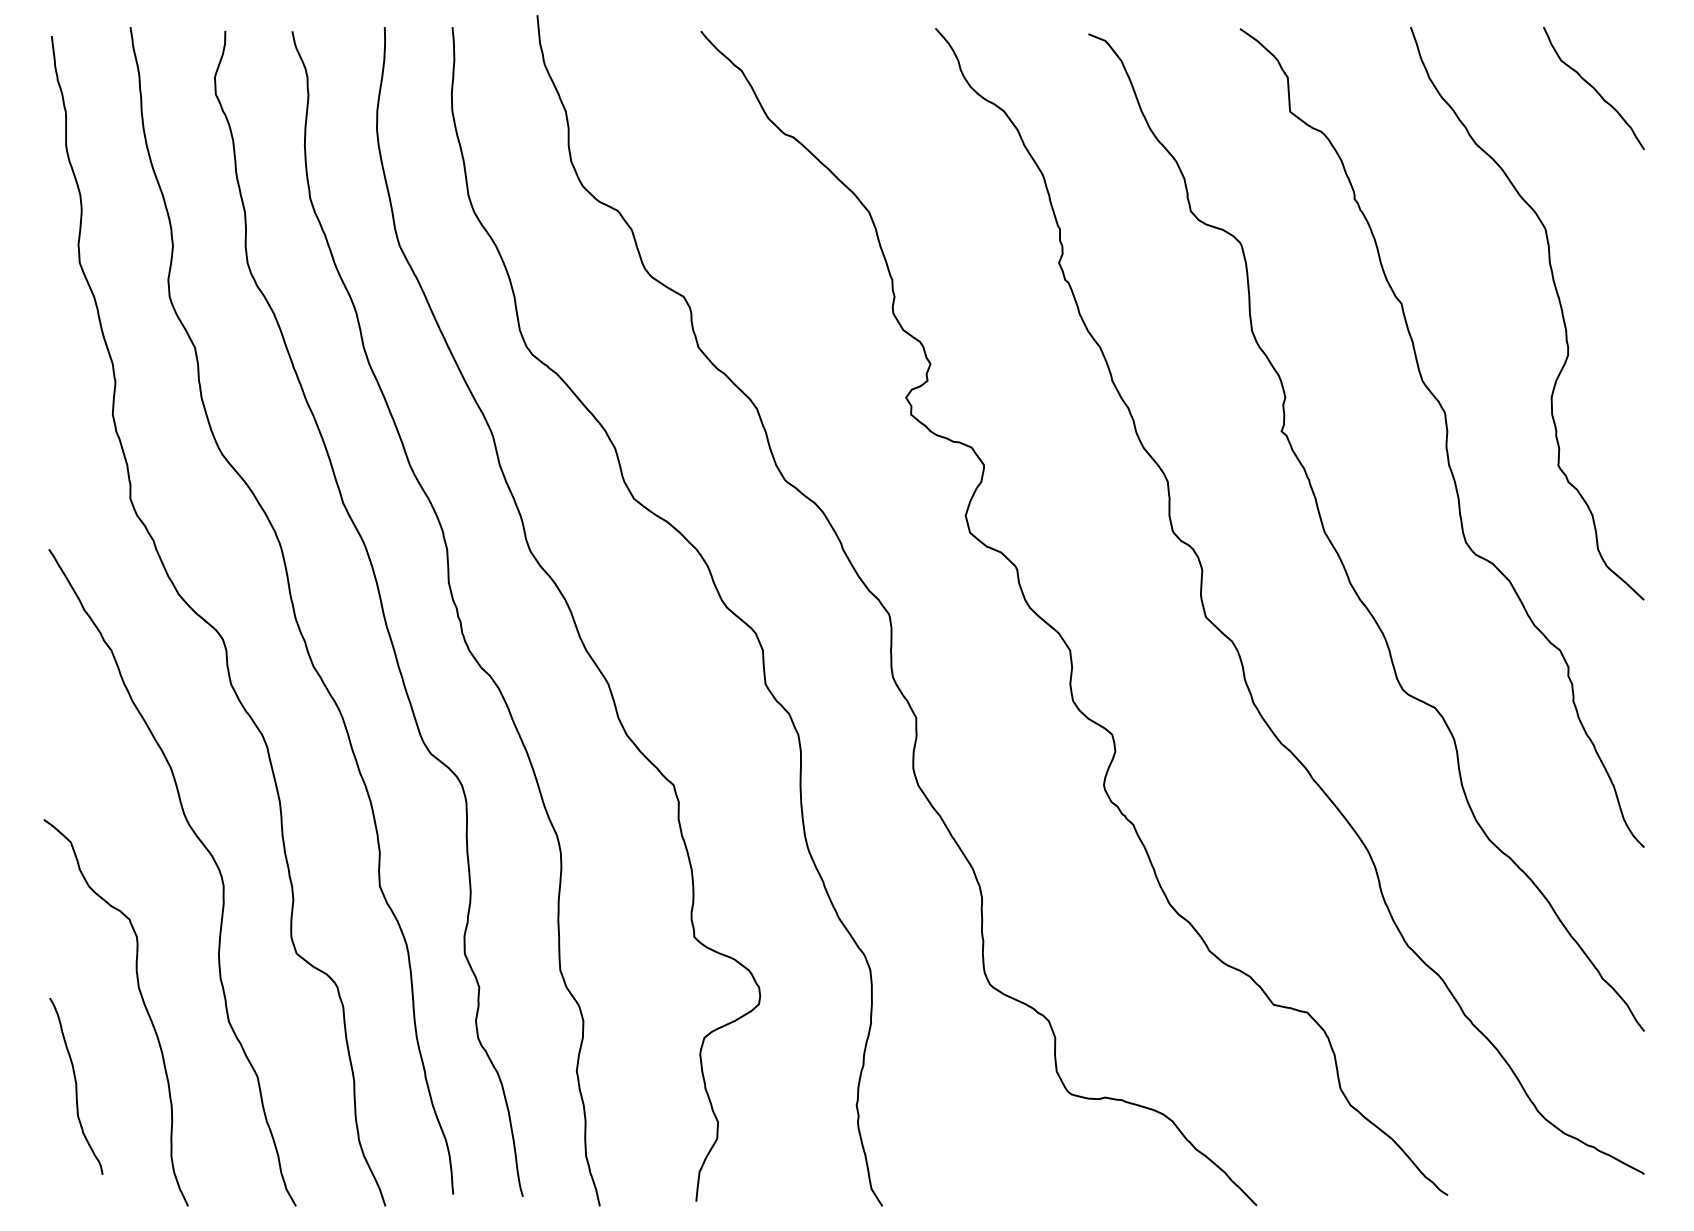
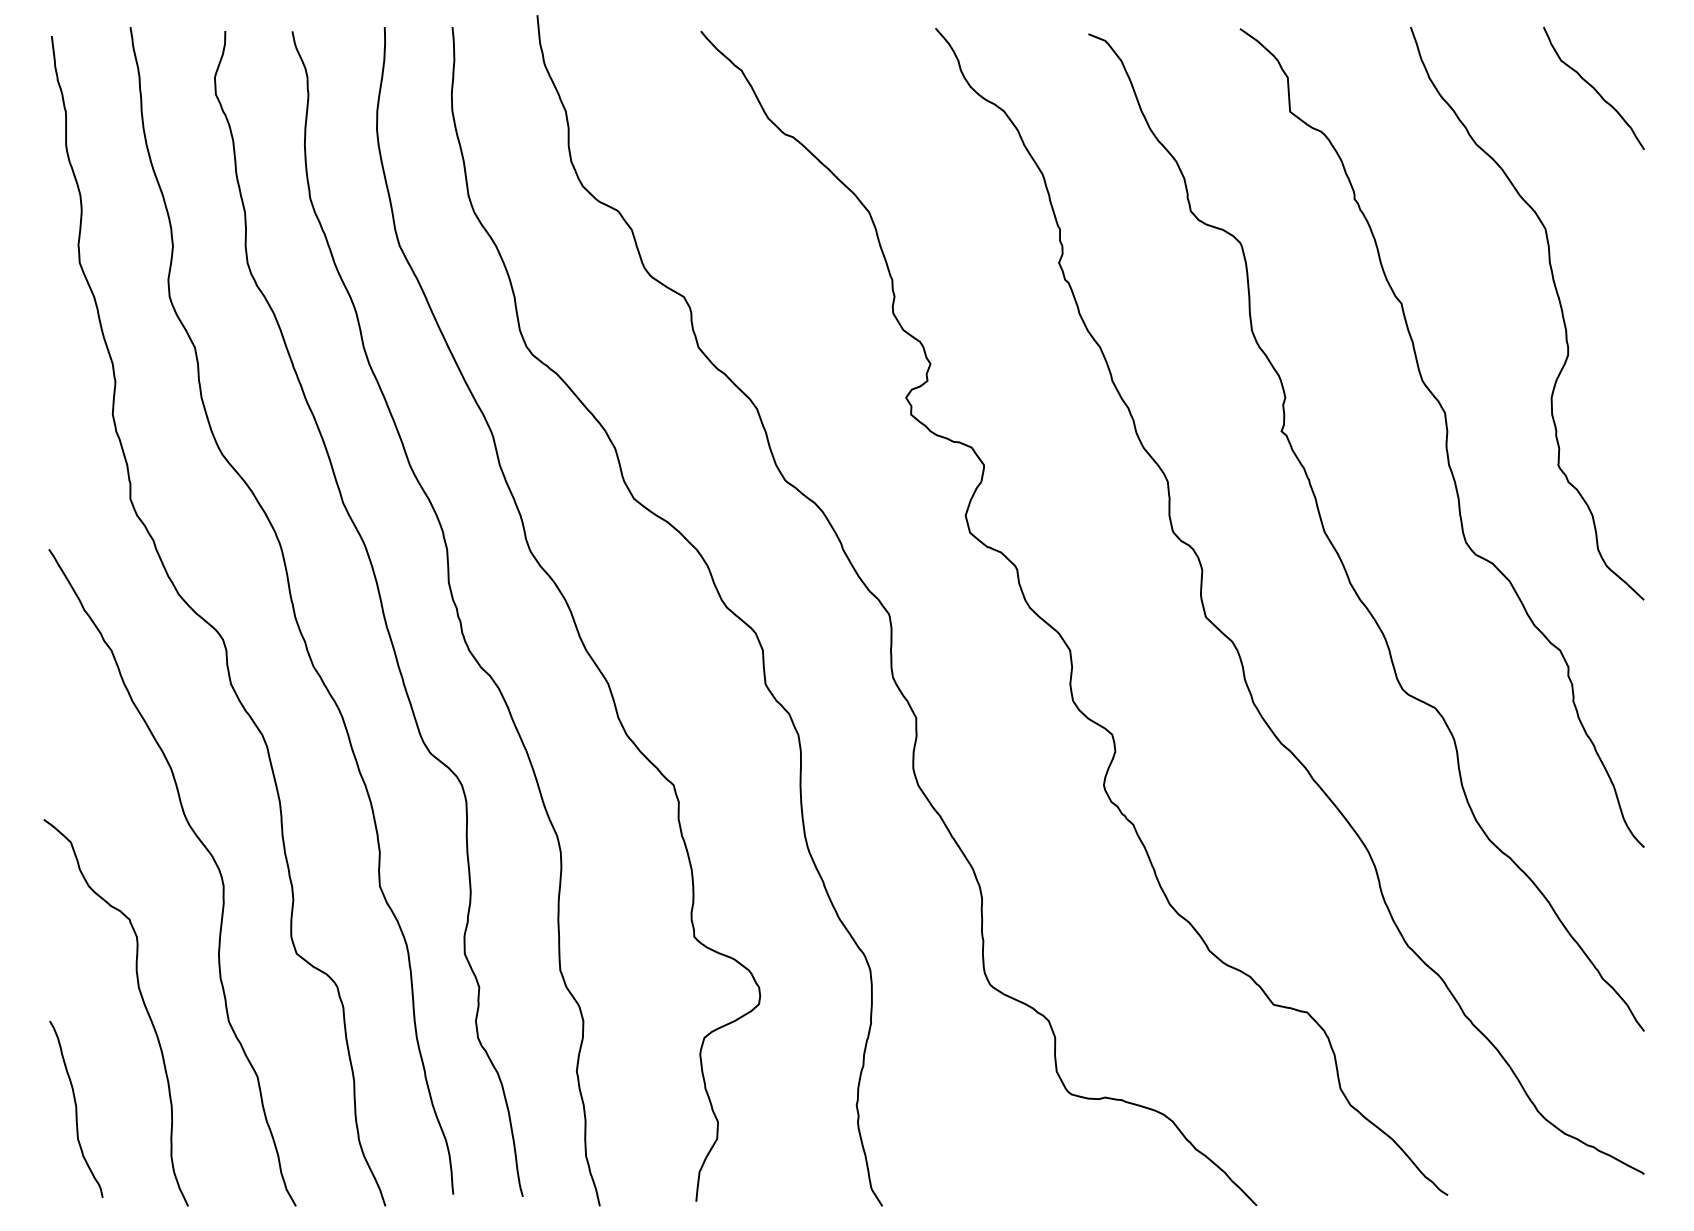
curve at (76, 1085) position: (76, 1085) -> (76, 1108)
